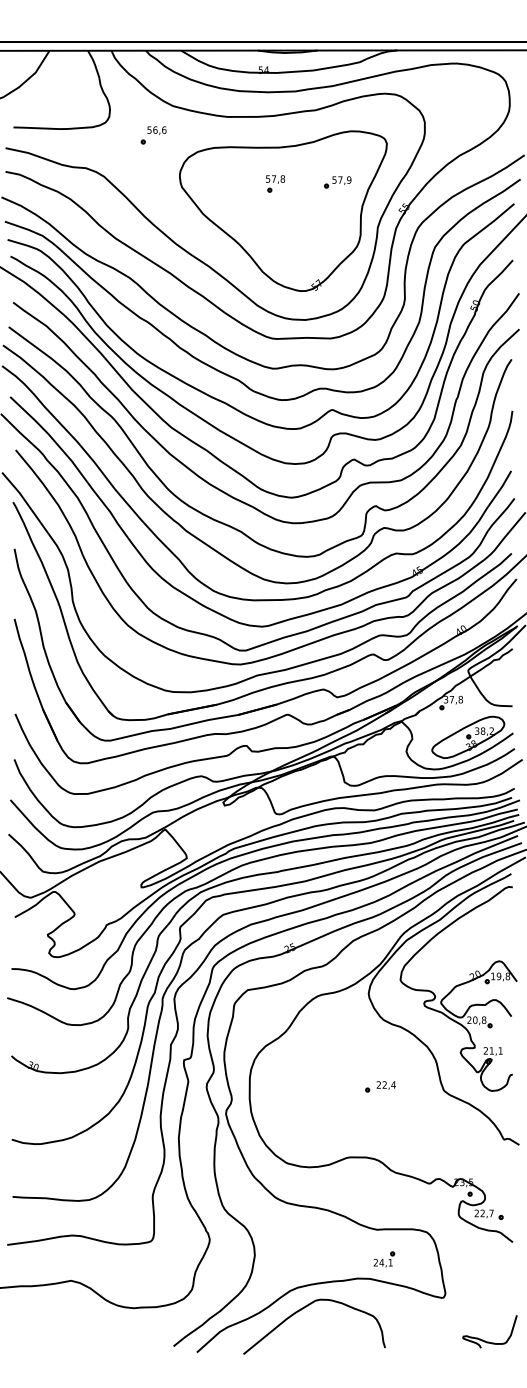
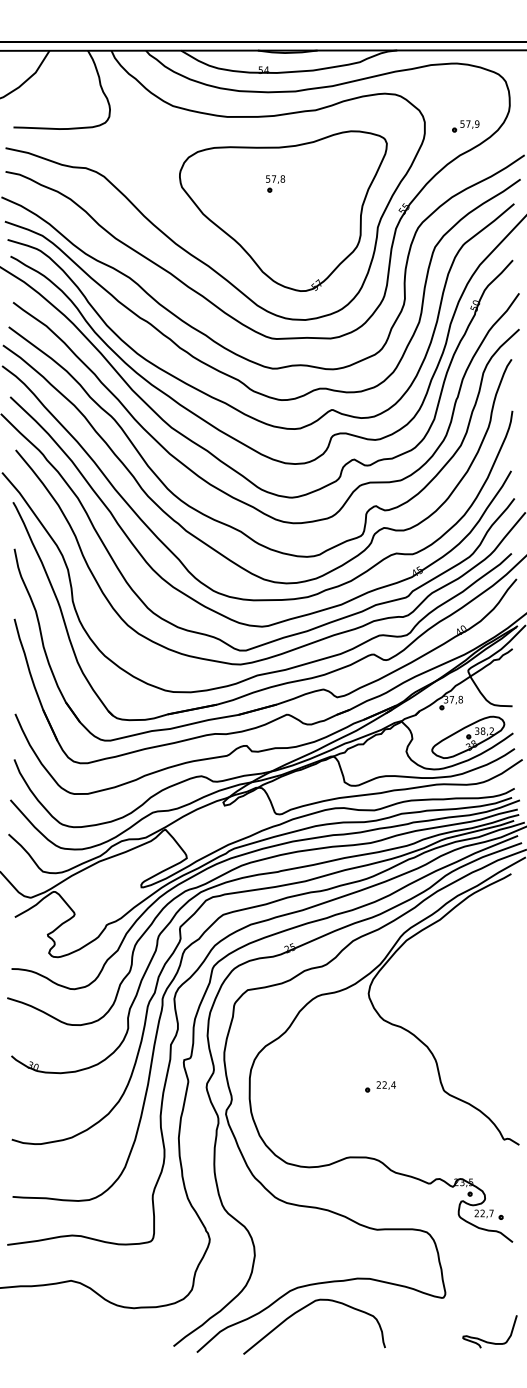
part at (153, 135): present -> none
part at (337, 182) position: (337, 182) -> (465, 126)
part at (458, 988): present -> none
part at (384, 1259): present -> none
